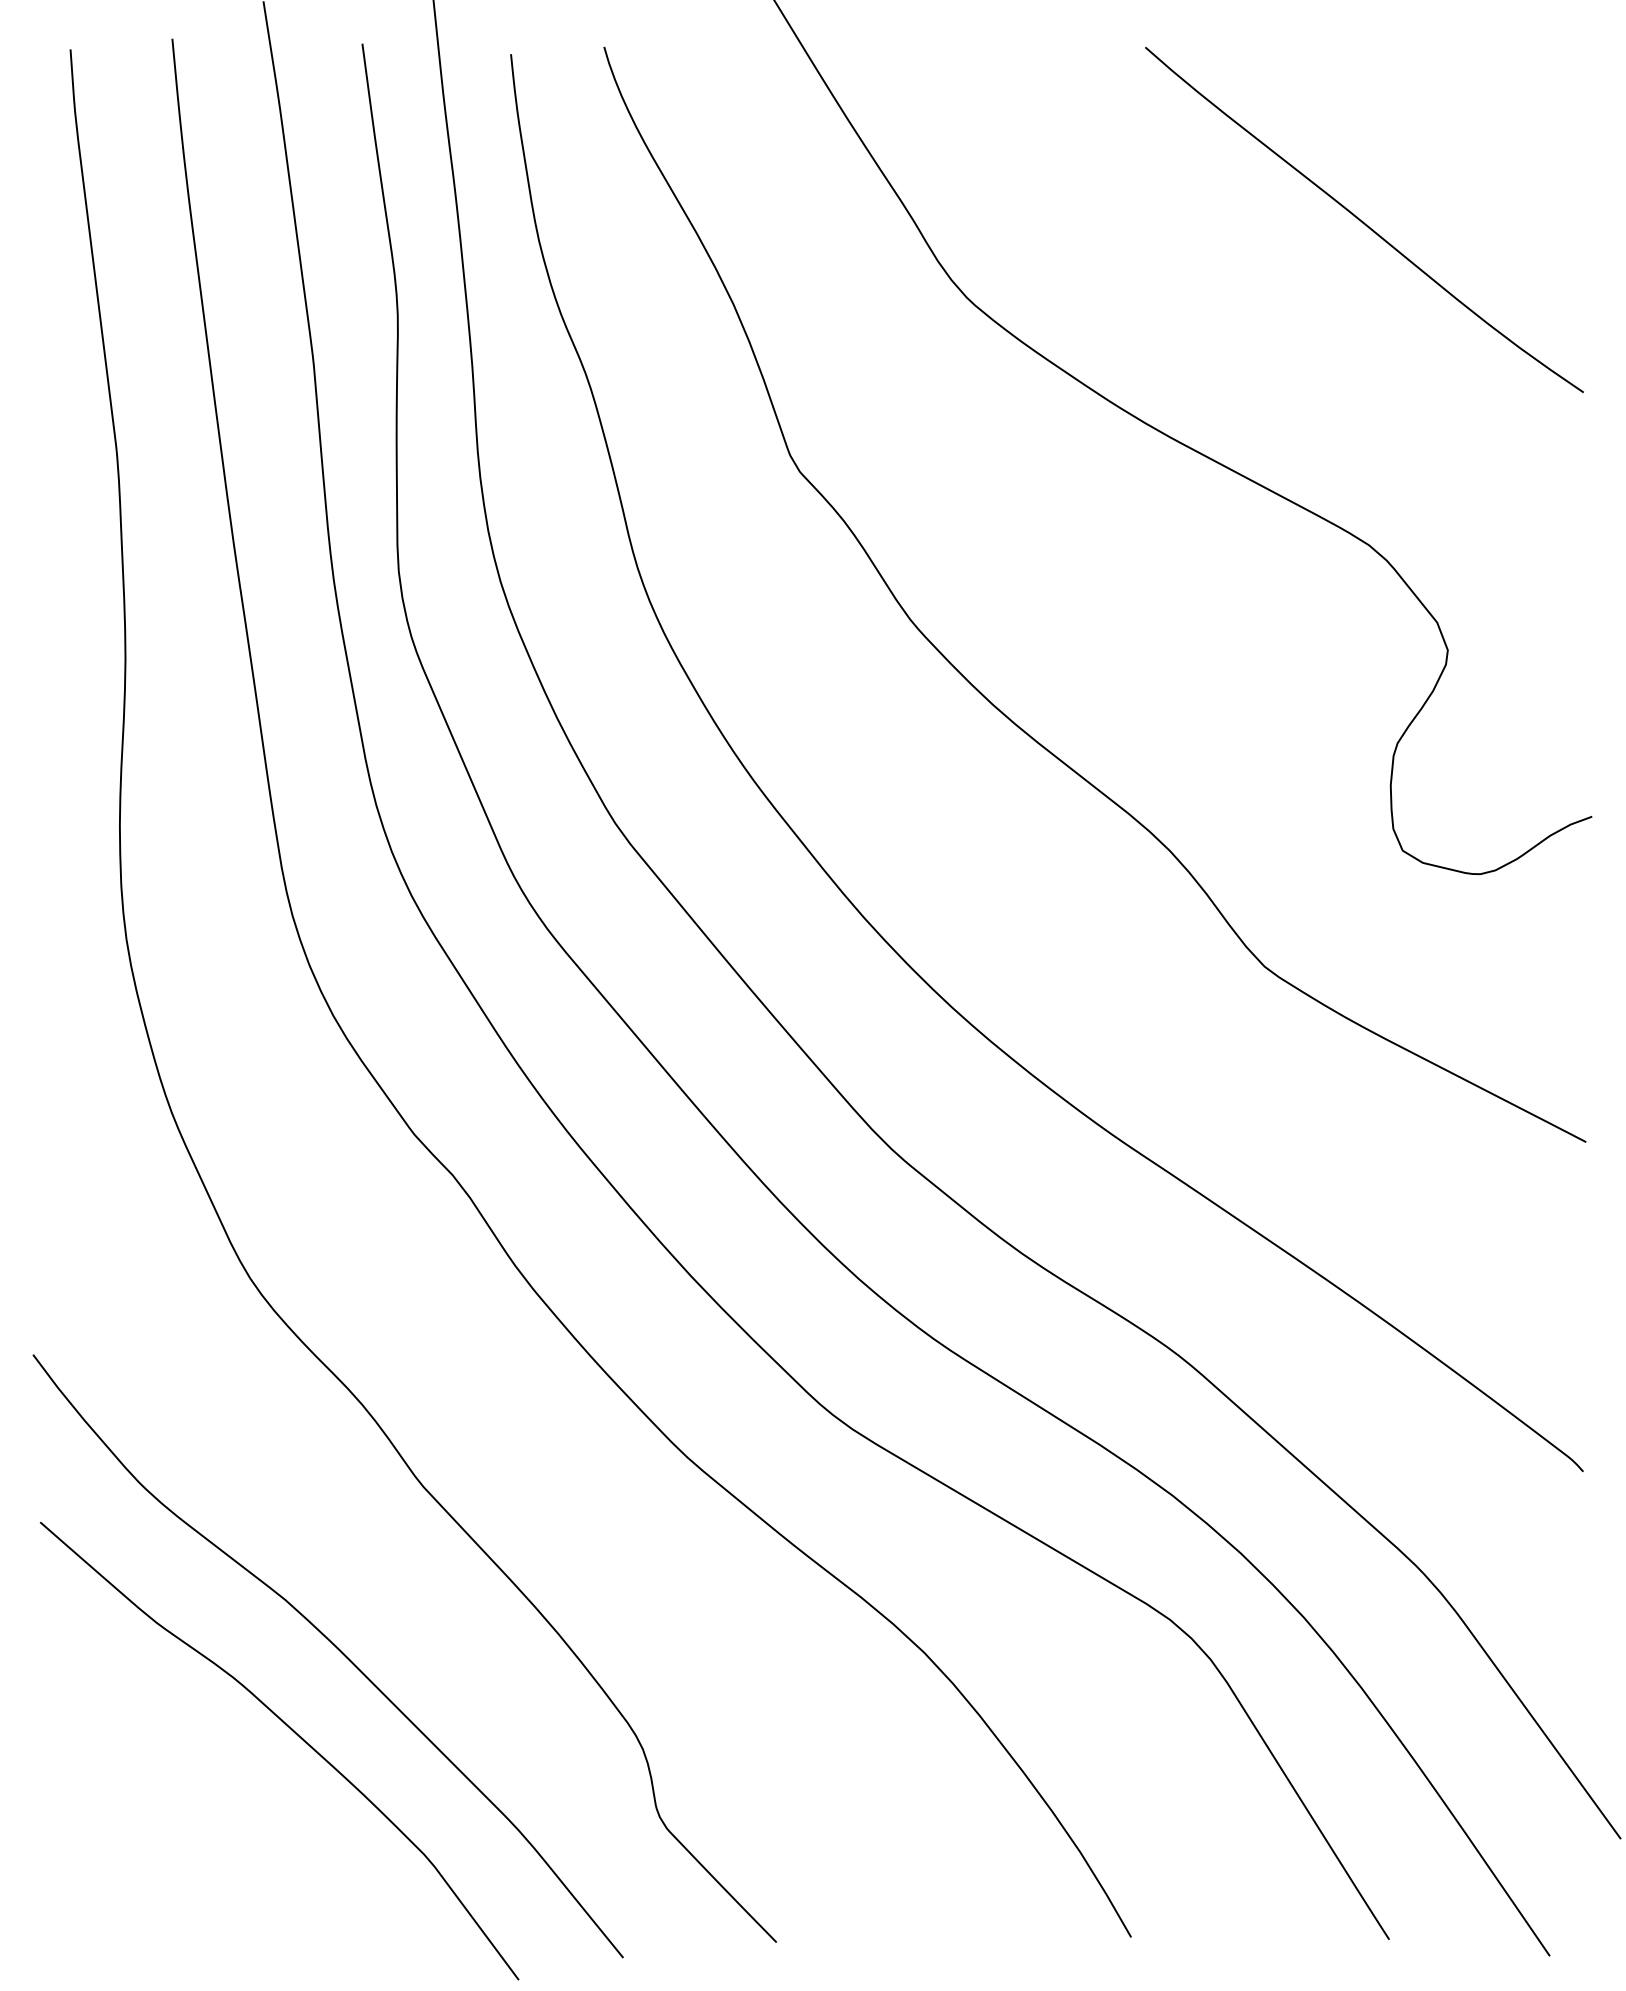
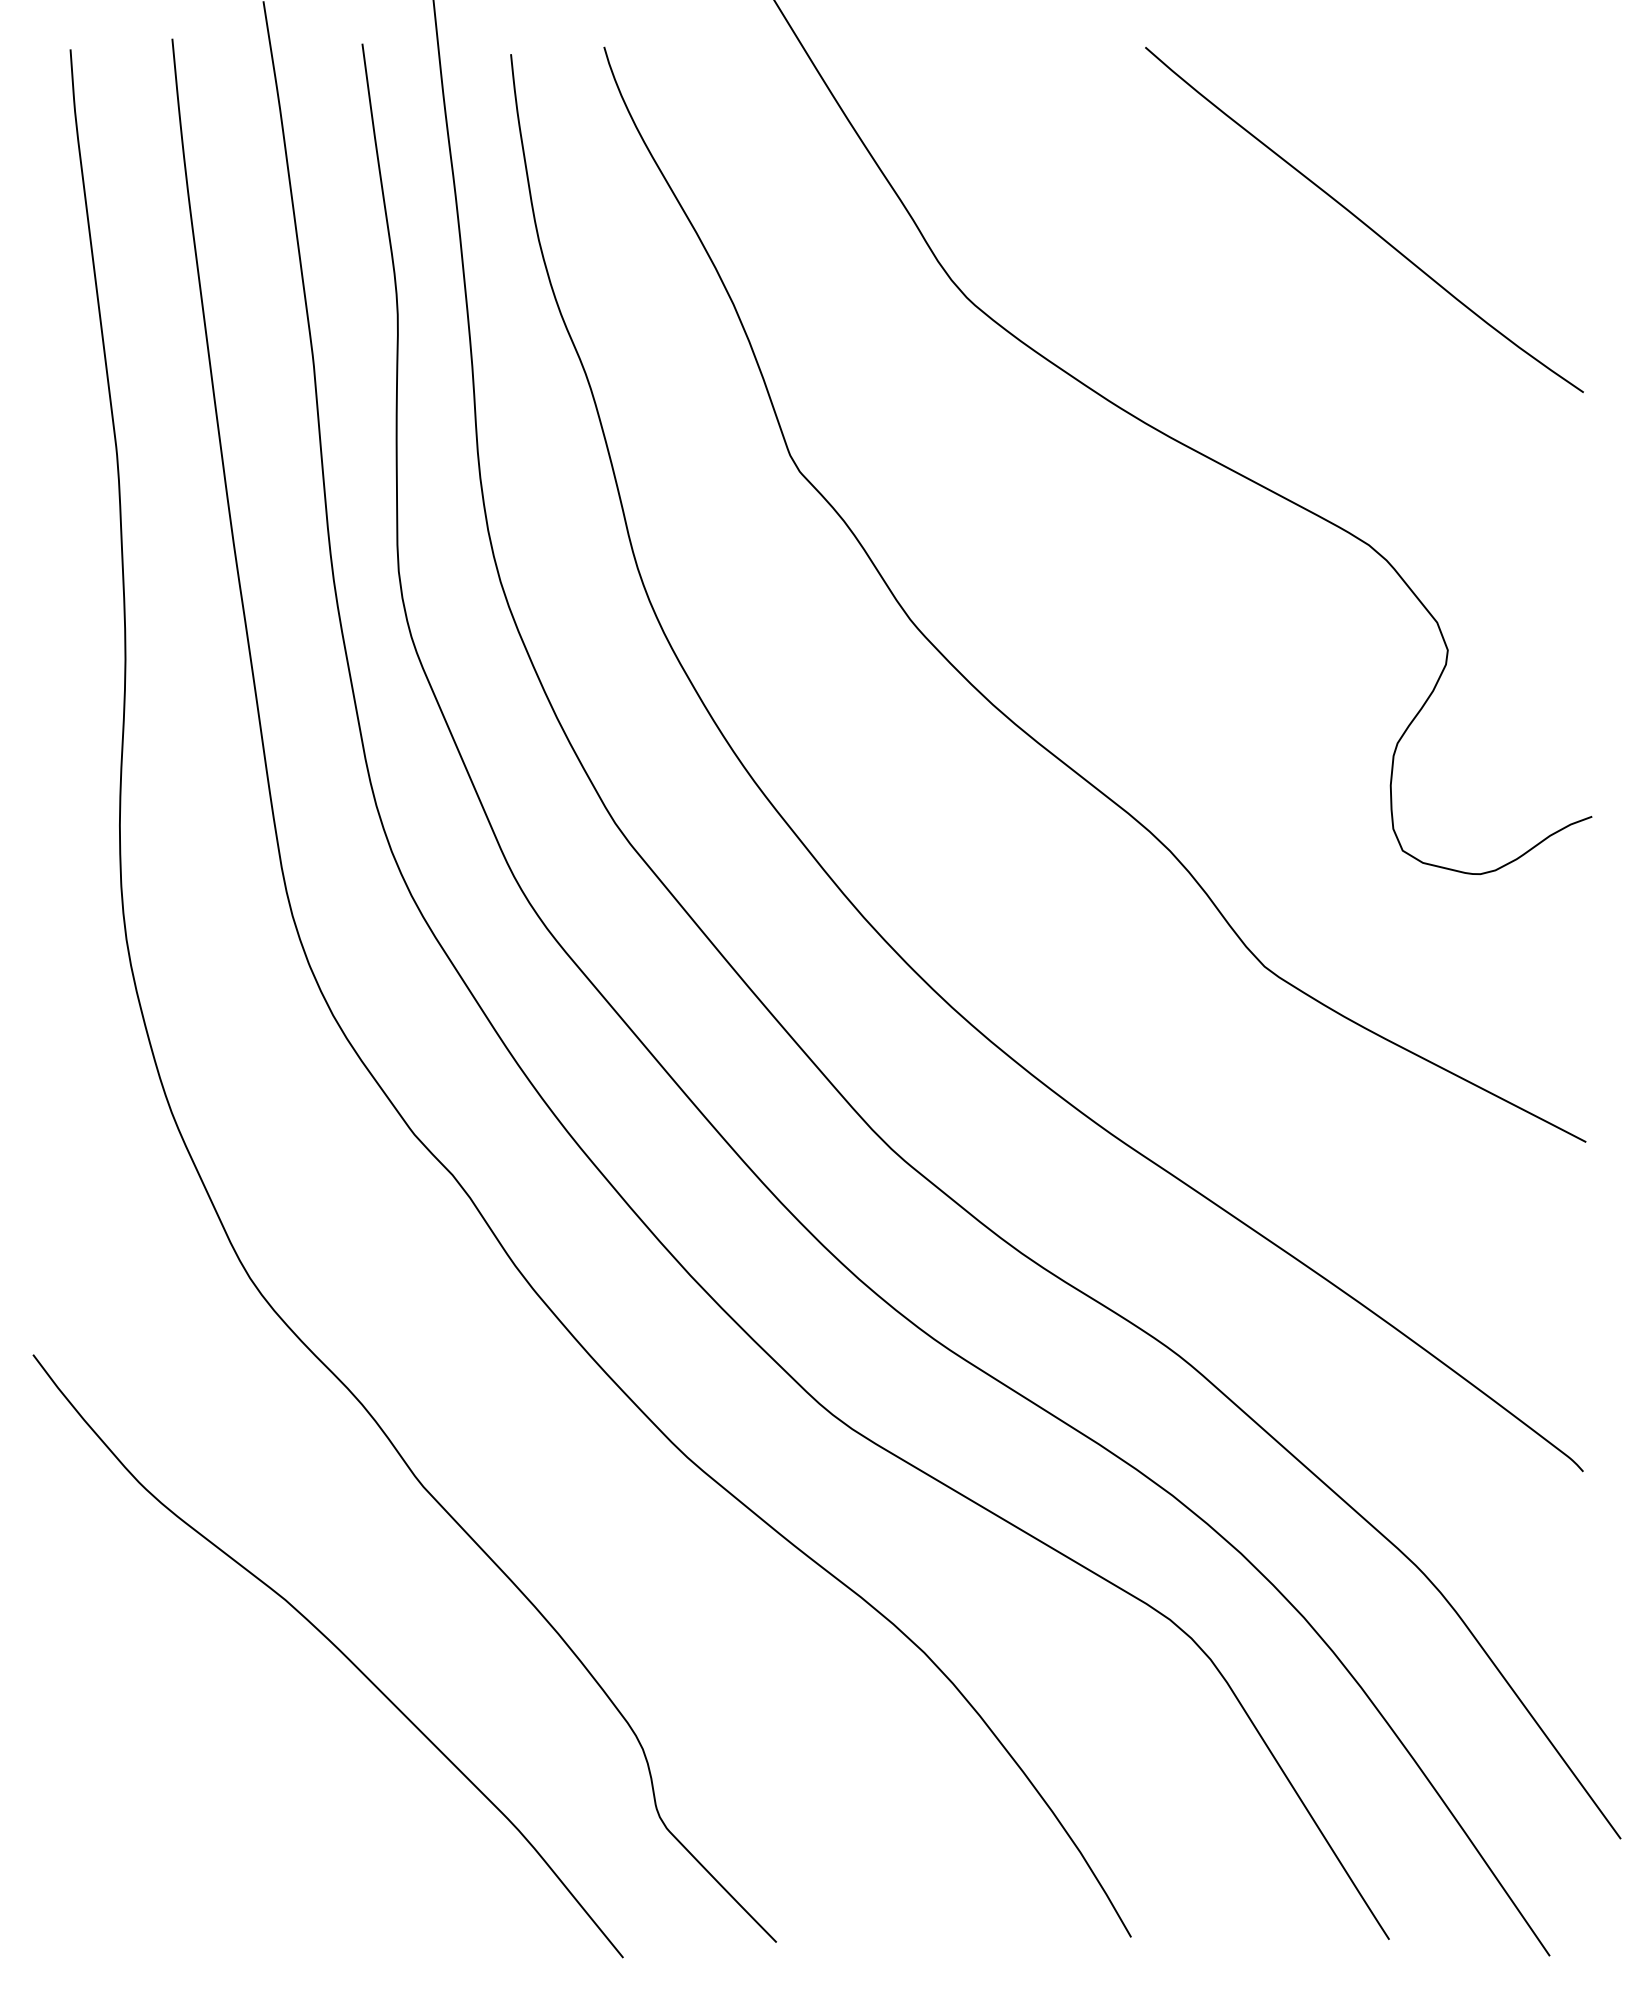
curve at (295, 1734): present -> none
